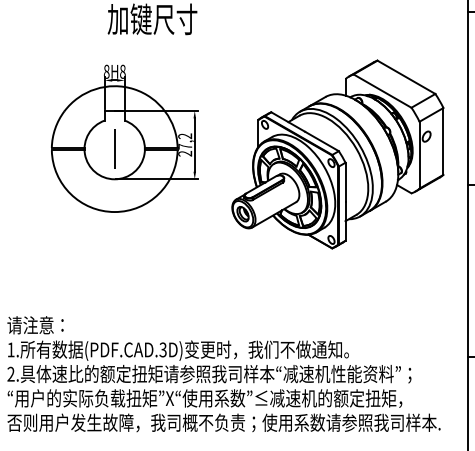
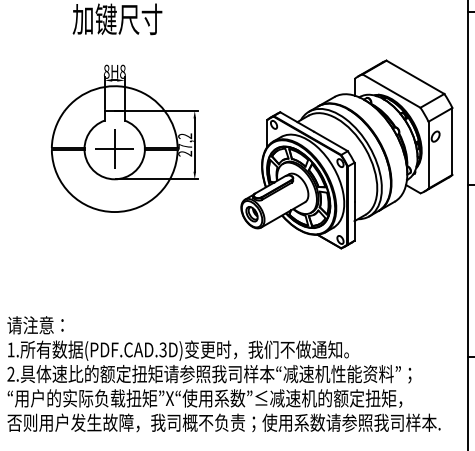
text at (152, 19) position: (152, 19) -> (117, 19)
line at (114, 149): none -> present
part at (337, 154) position: (337, 154) -> (346, 154)
